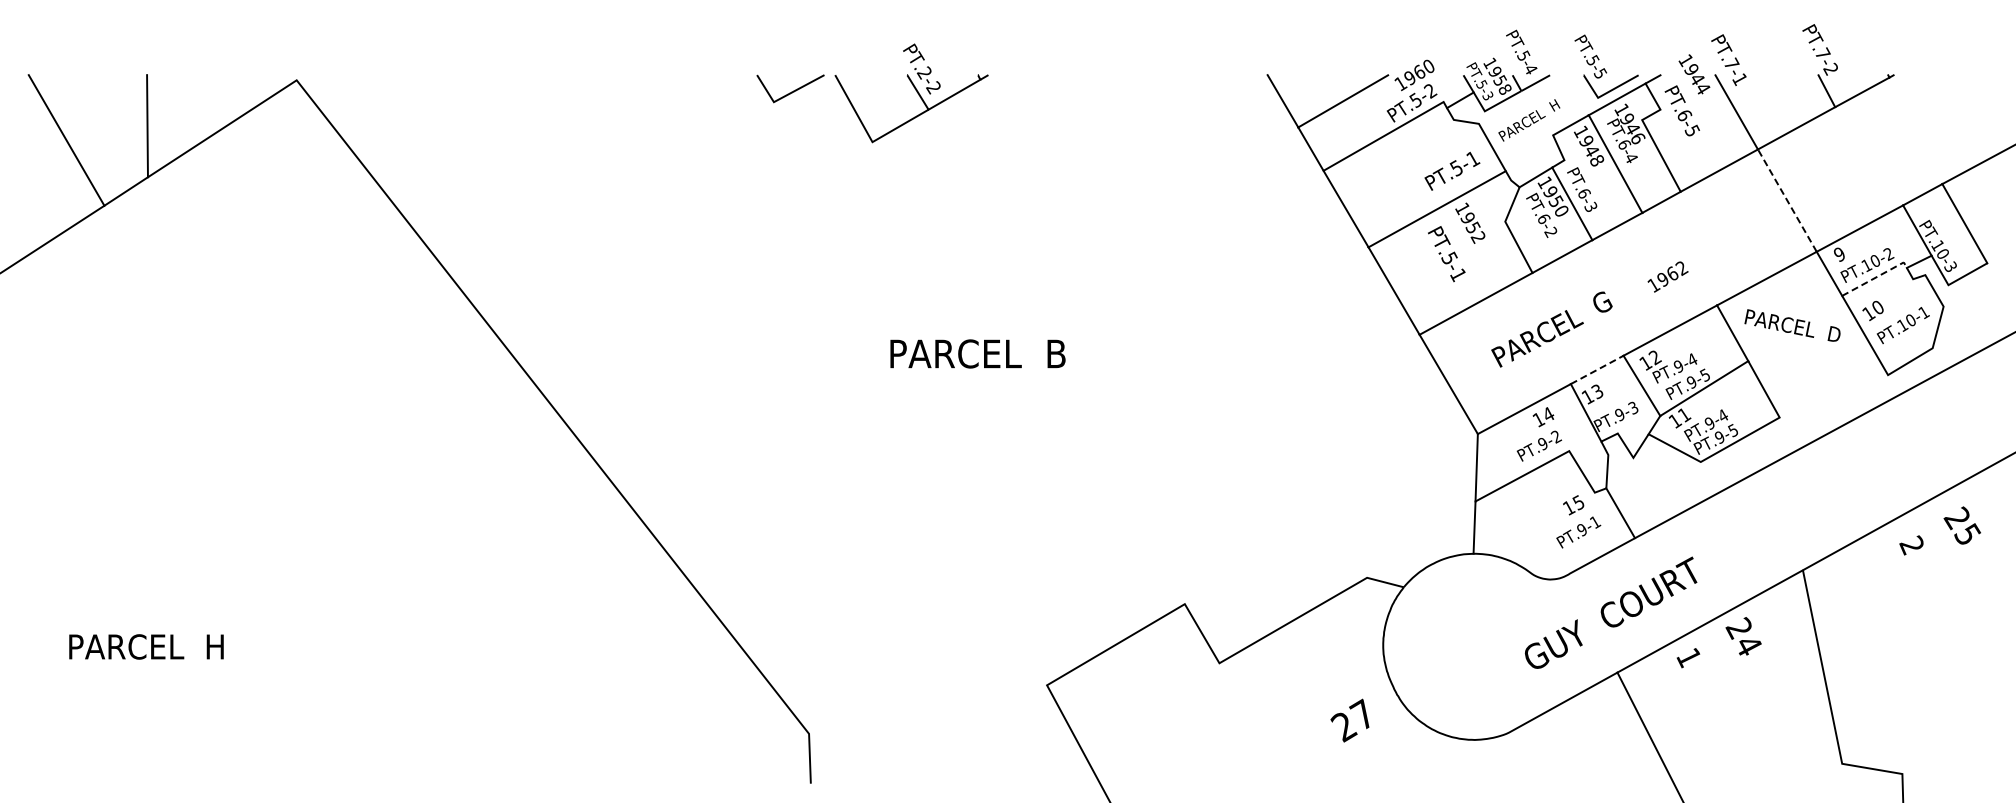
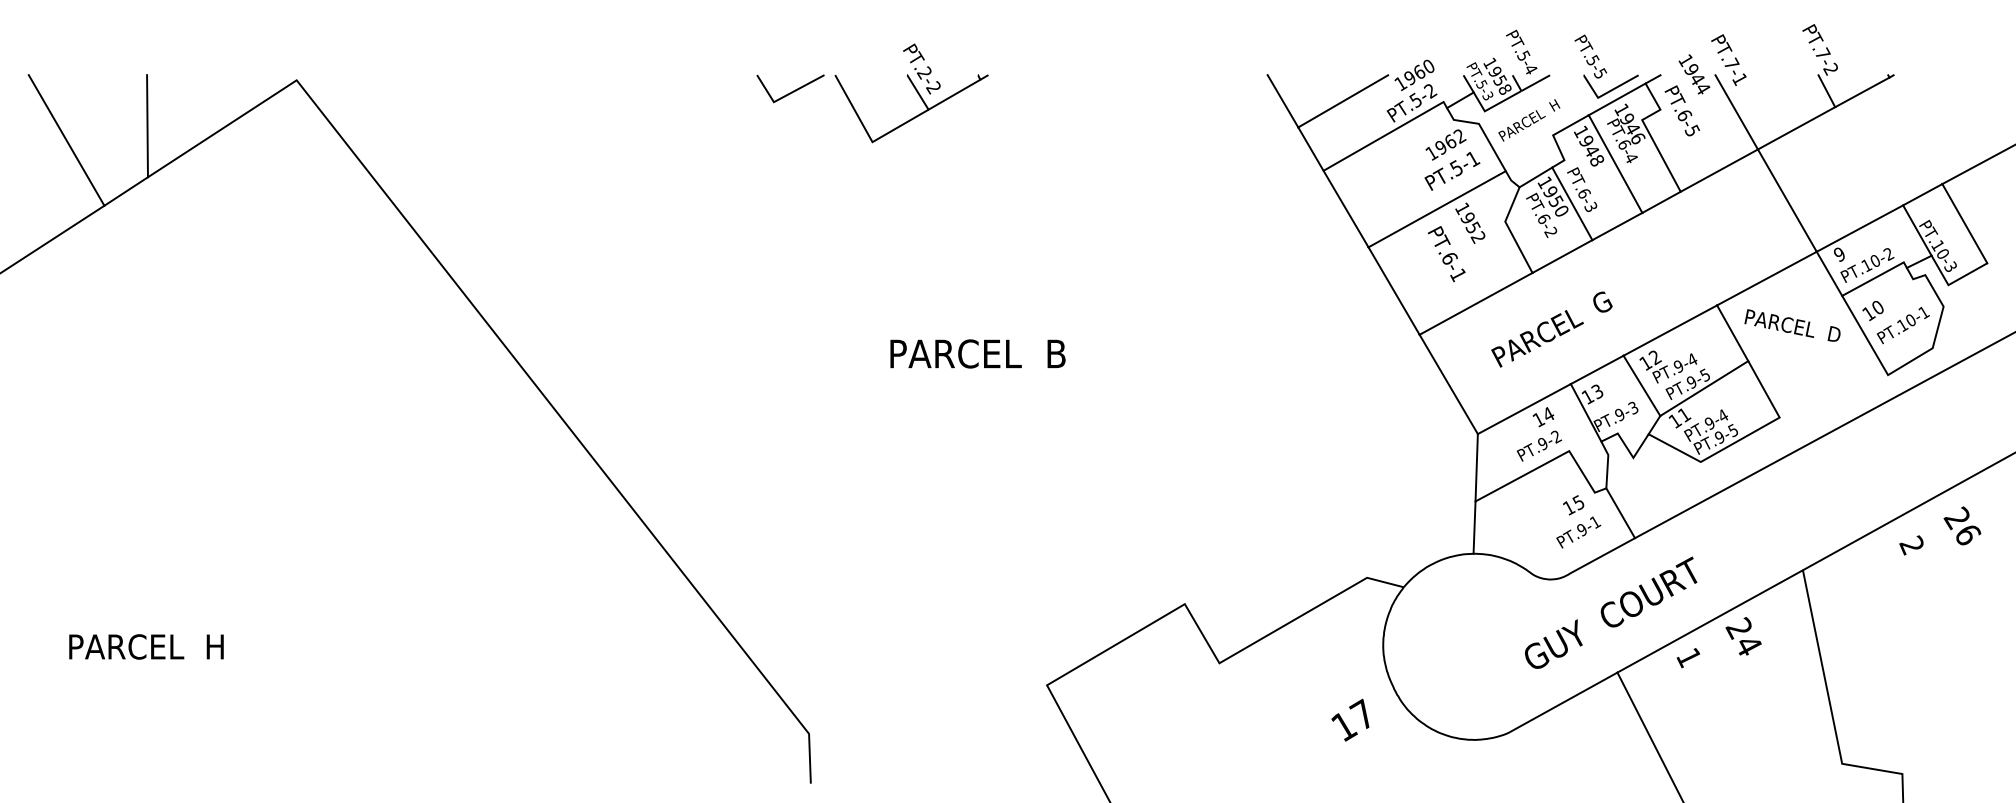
line at (1787, 200): dashed -> solid
text at (1449, 257): PT.5-1 -> PT.6-1
text at (1667, 276) position: (1667, 276) -> (1445, 144)
line at (1876, 277): dashed -> solid
line at (1597, 369): dashed -> solid
text at (1967, 534): 25 -> 26
text at (1343, 727): 27 -> 17
